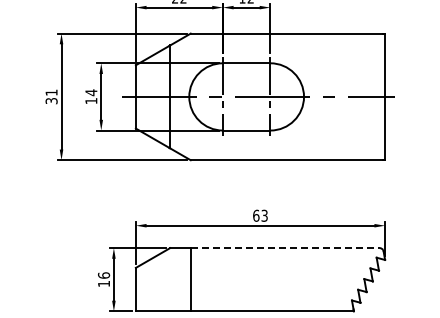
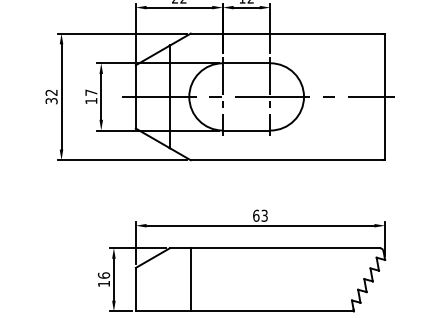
text at (51, 92): 31 -> 32
text at (91, 92): 14 -> 17
line at (285, 248): dashed -> solid
